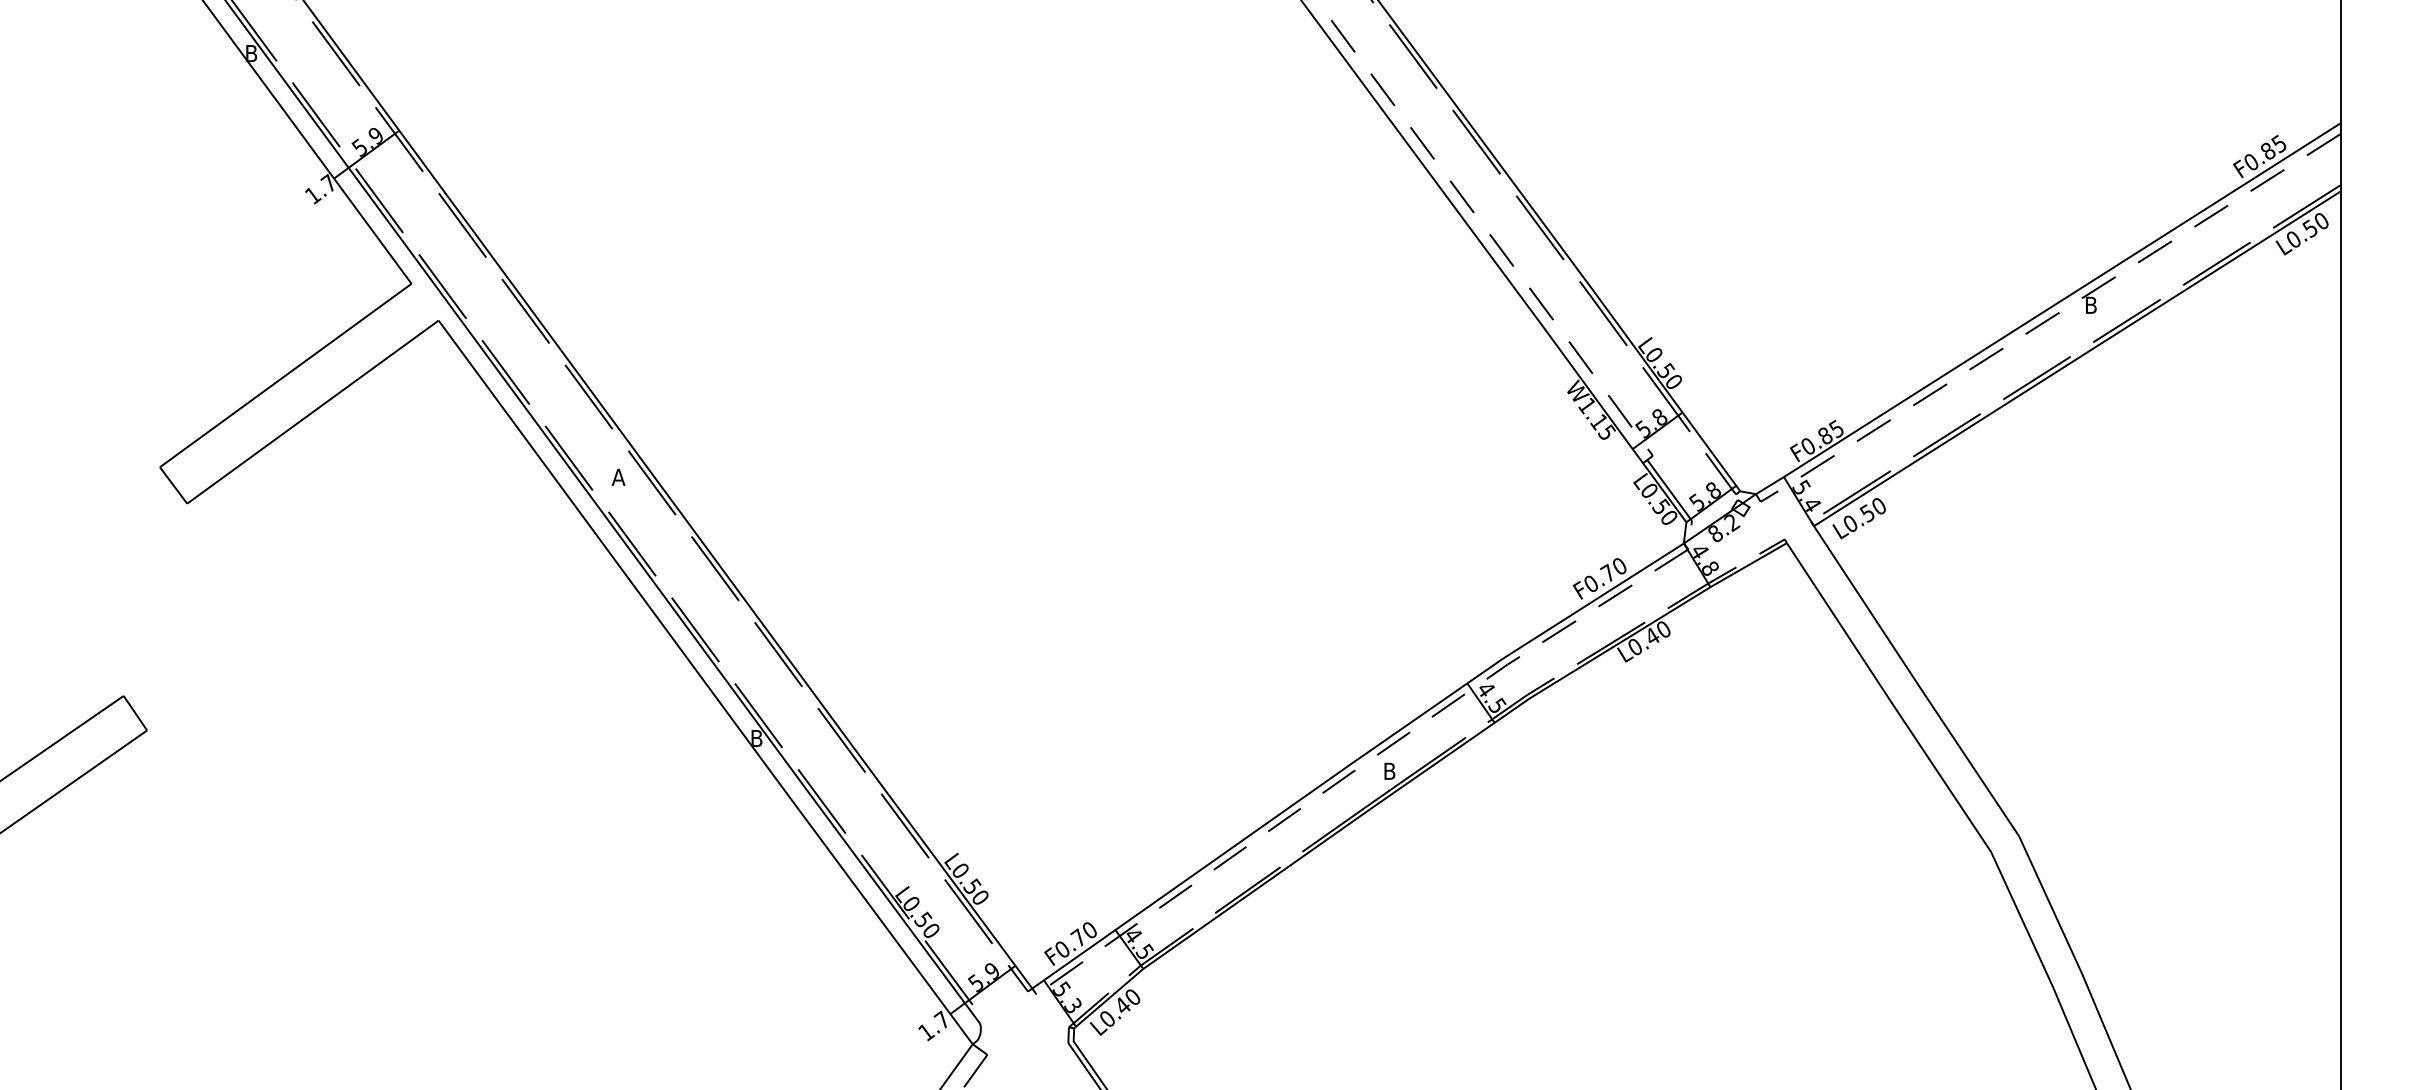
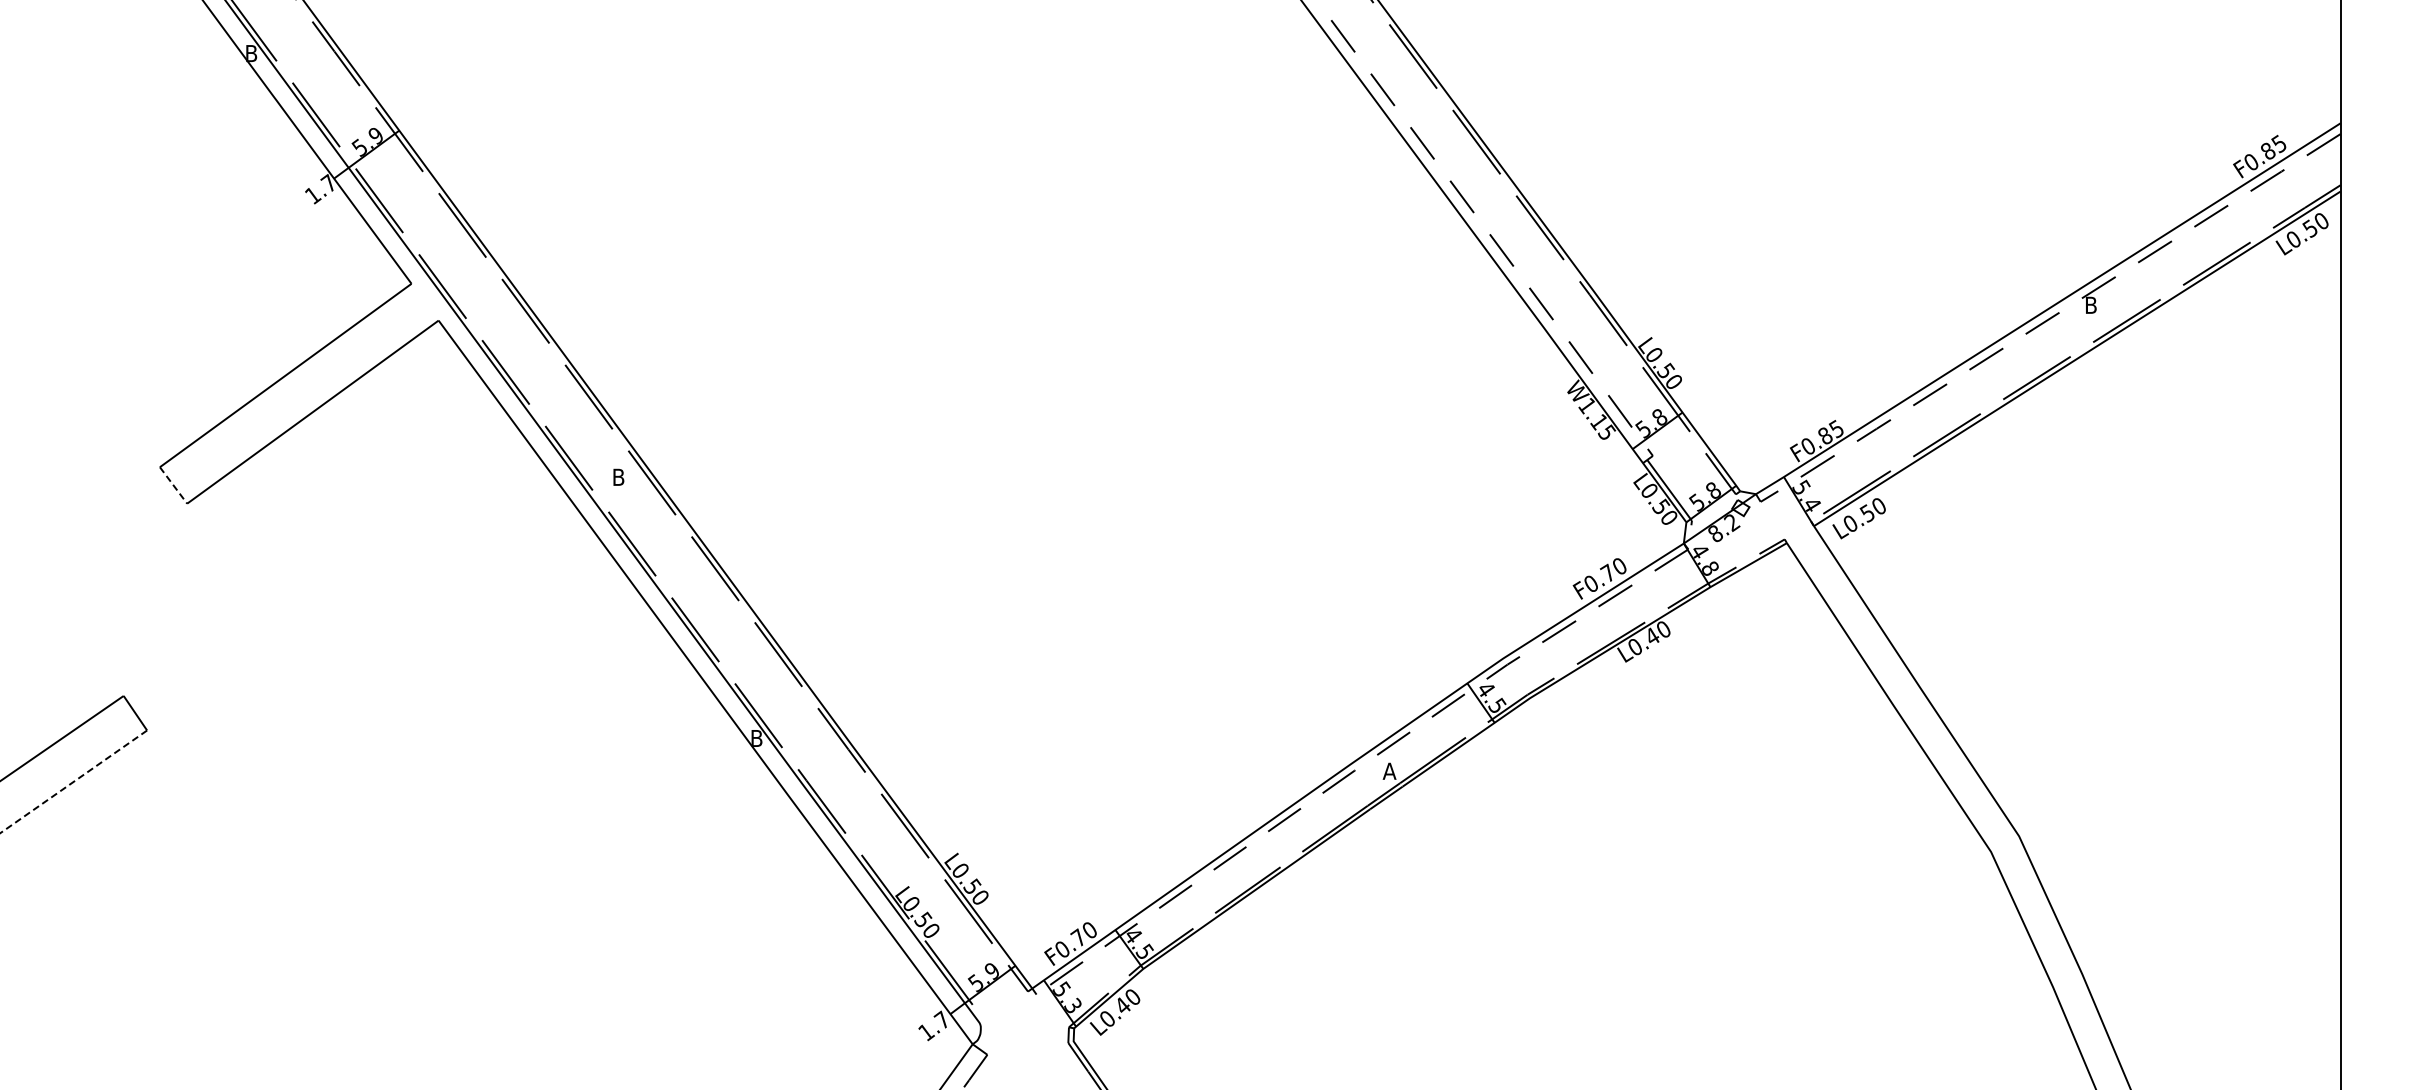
text at (618, 476): A -> B
line at (173, 485): solid -> dashed
text at (1389, 770): B -> A
line at (73, 782): solid -> dashed
